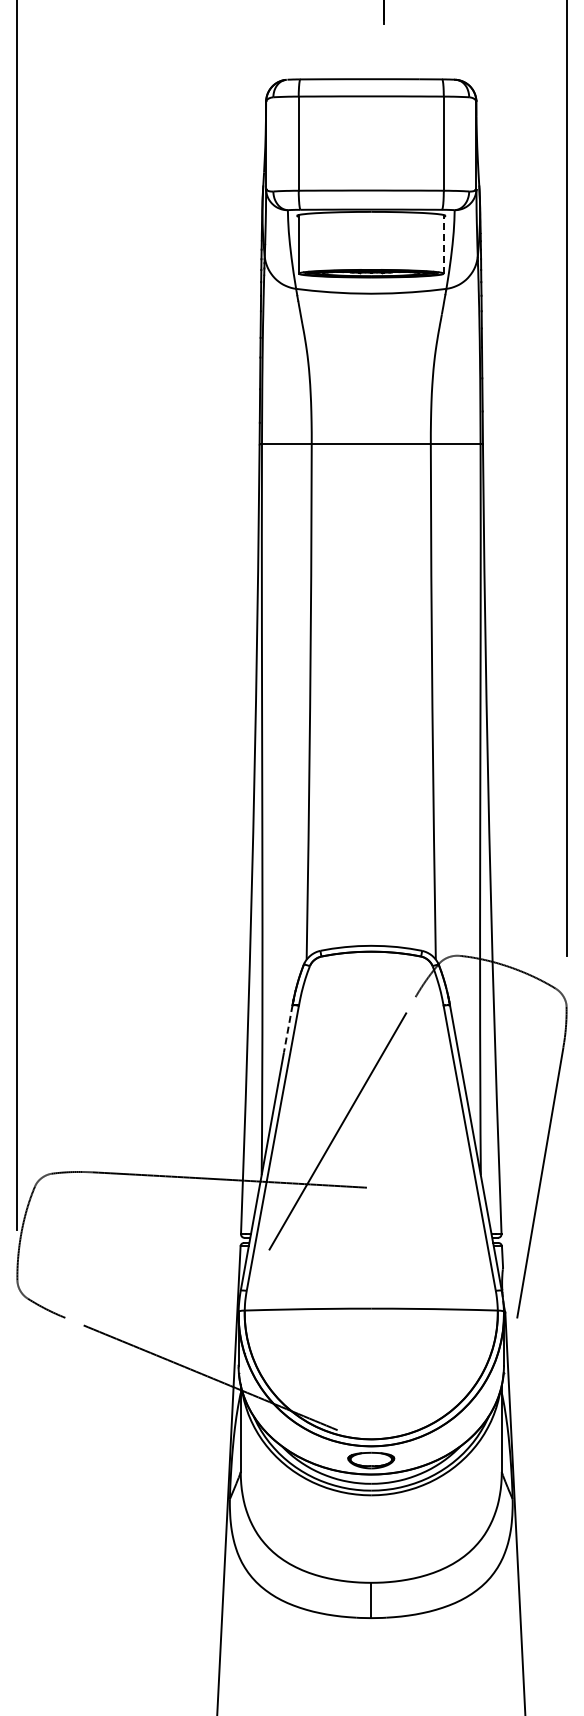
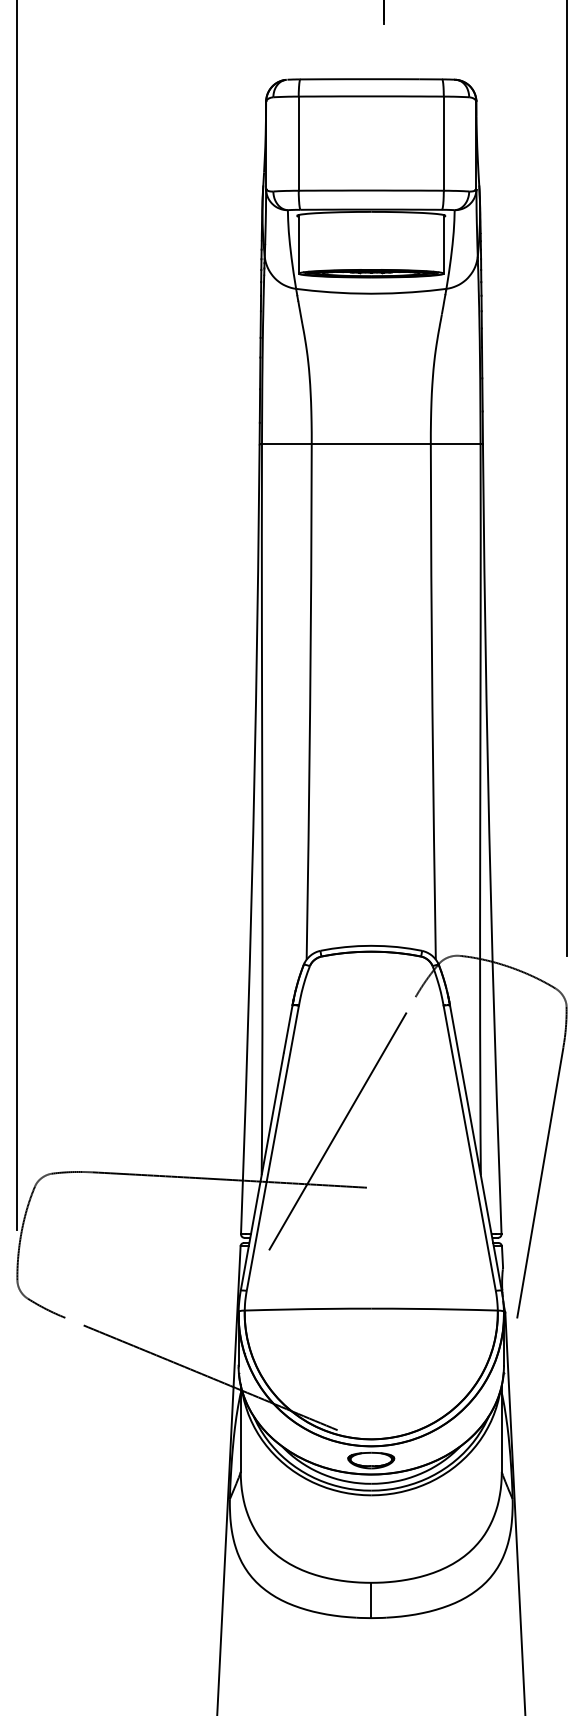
line at (443, 243): dashed -> solid
line at (288, 1029): dashed -> solid
